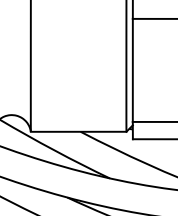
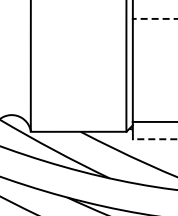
line at (154, 18): solid -> dashed
line at (154, 139): solid -> dashed
